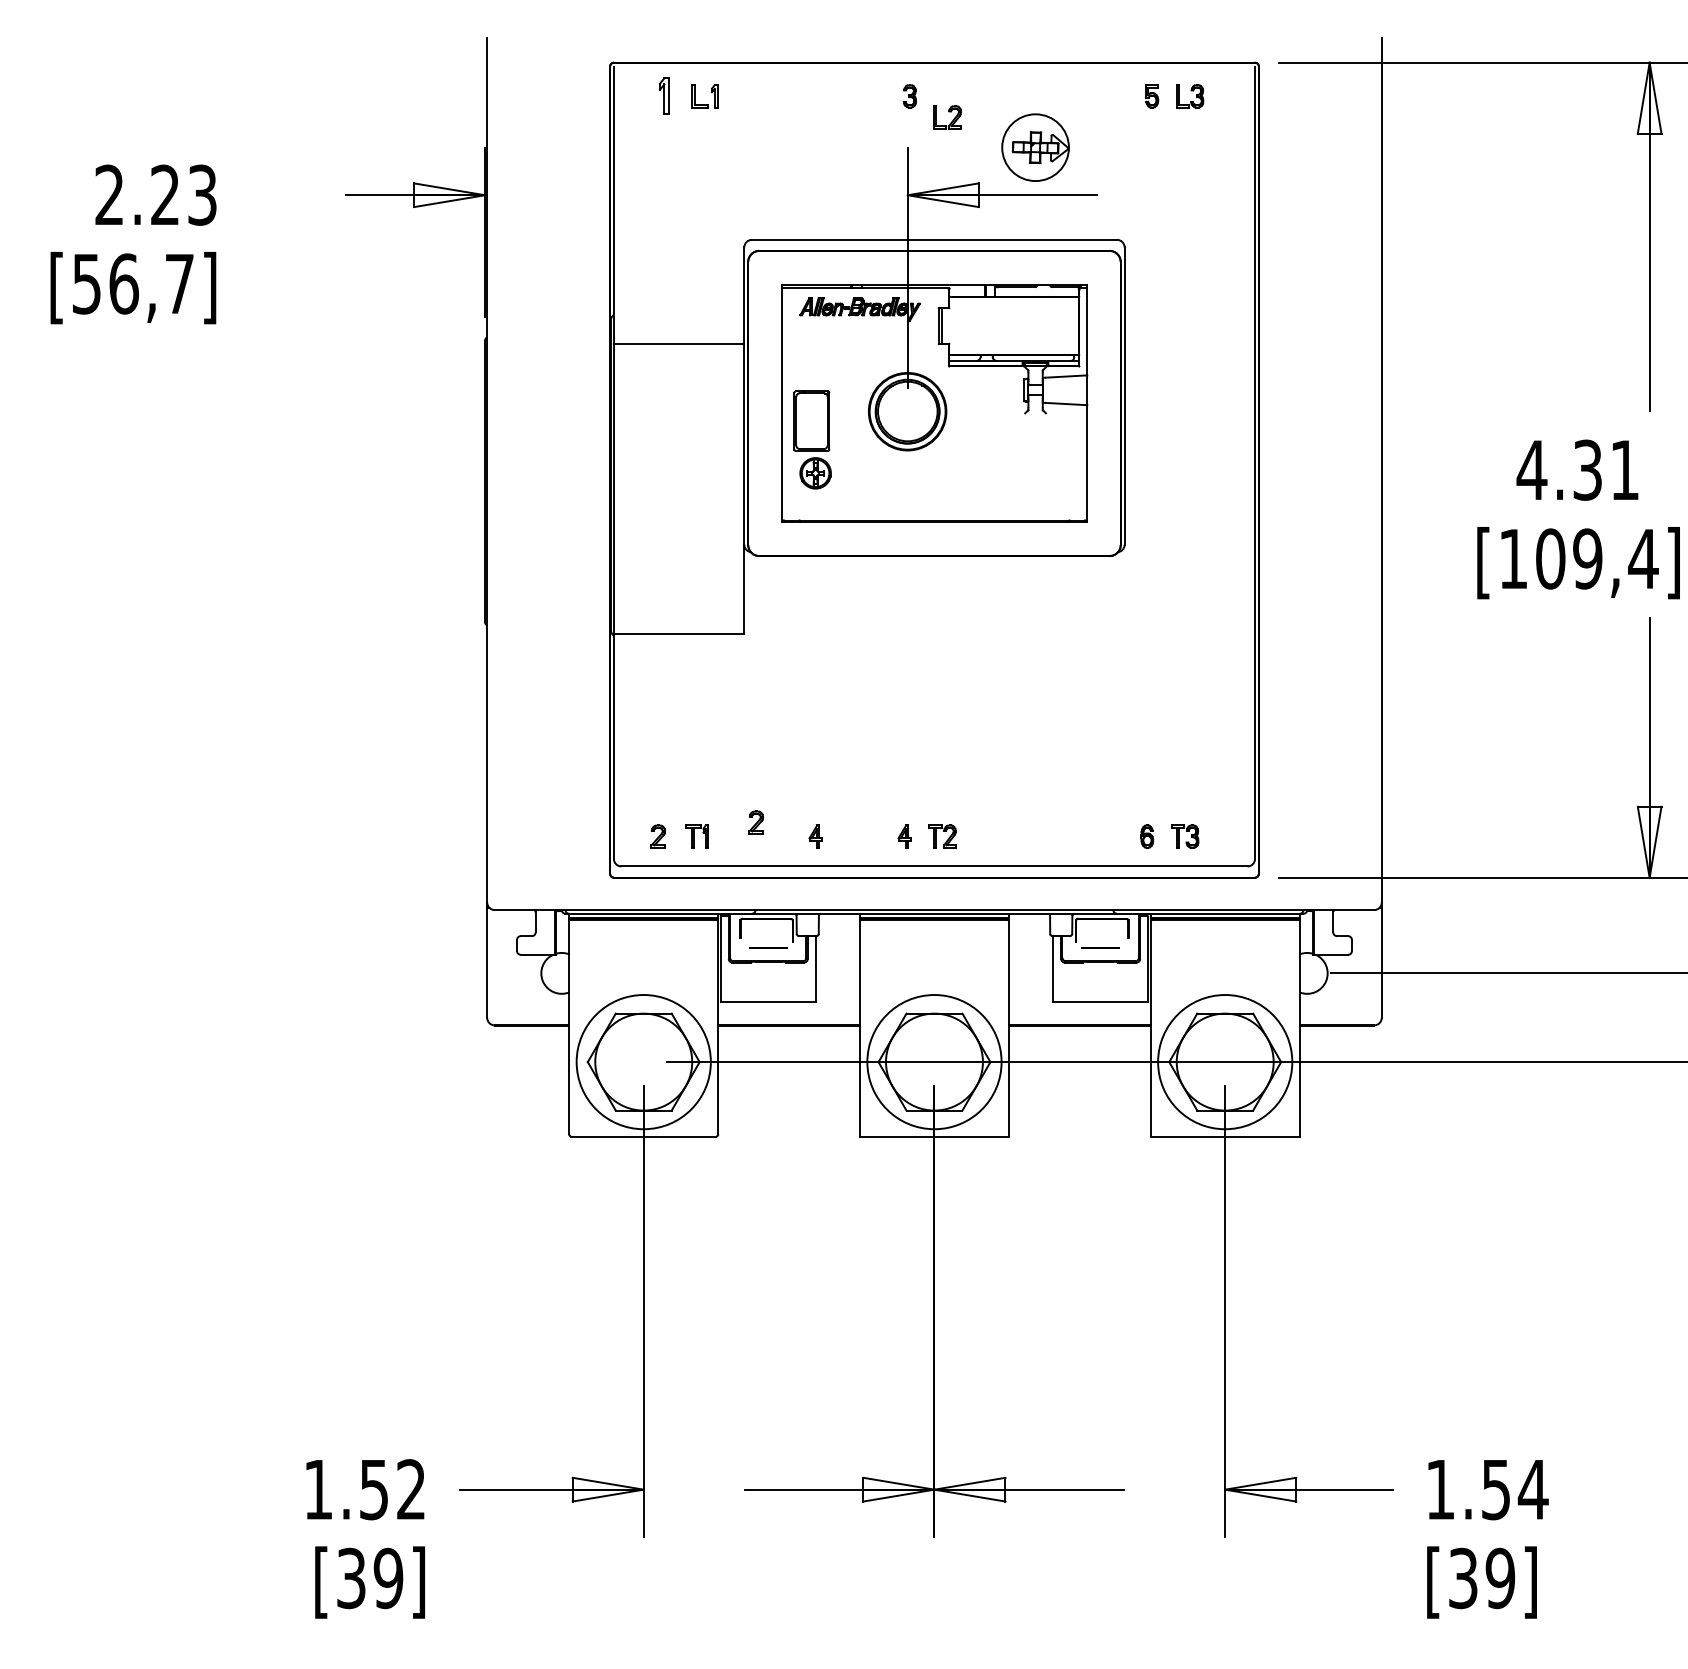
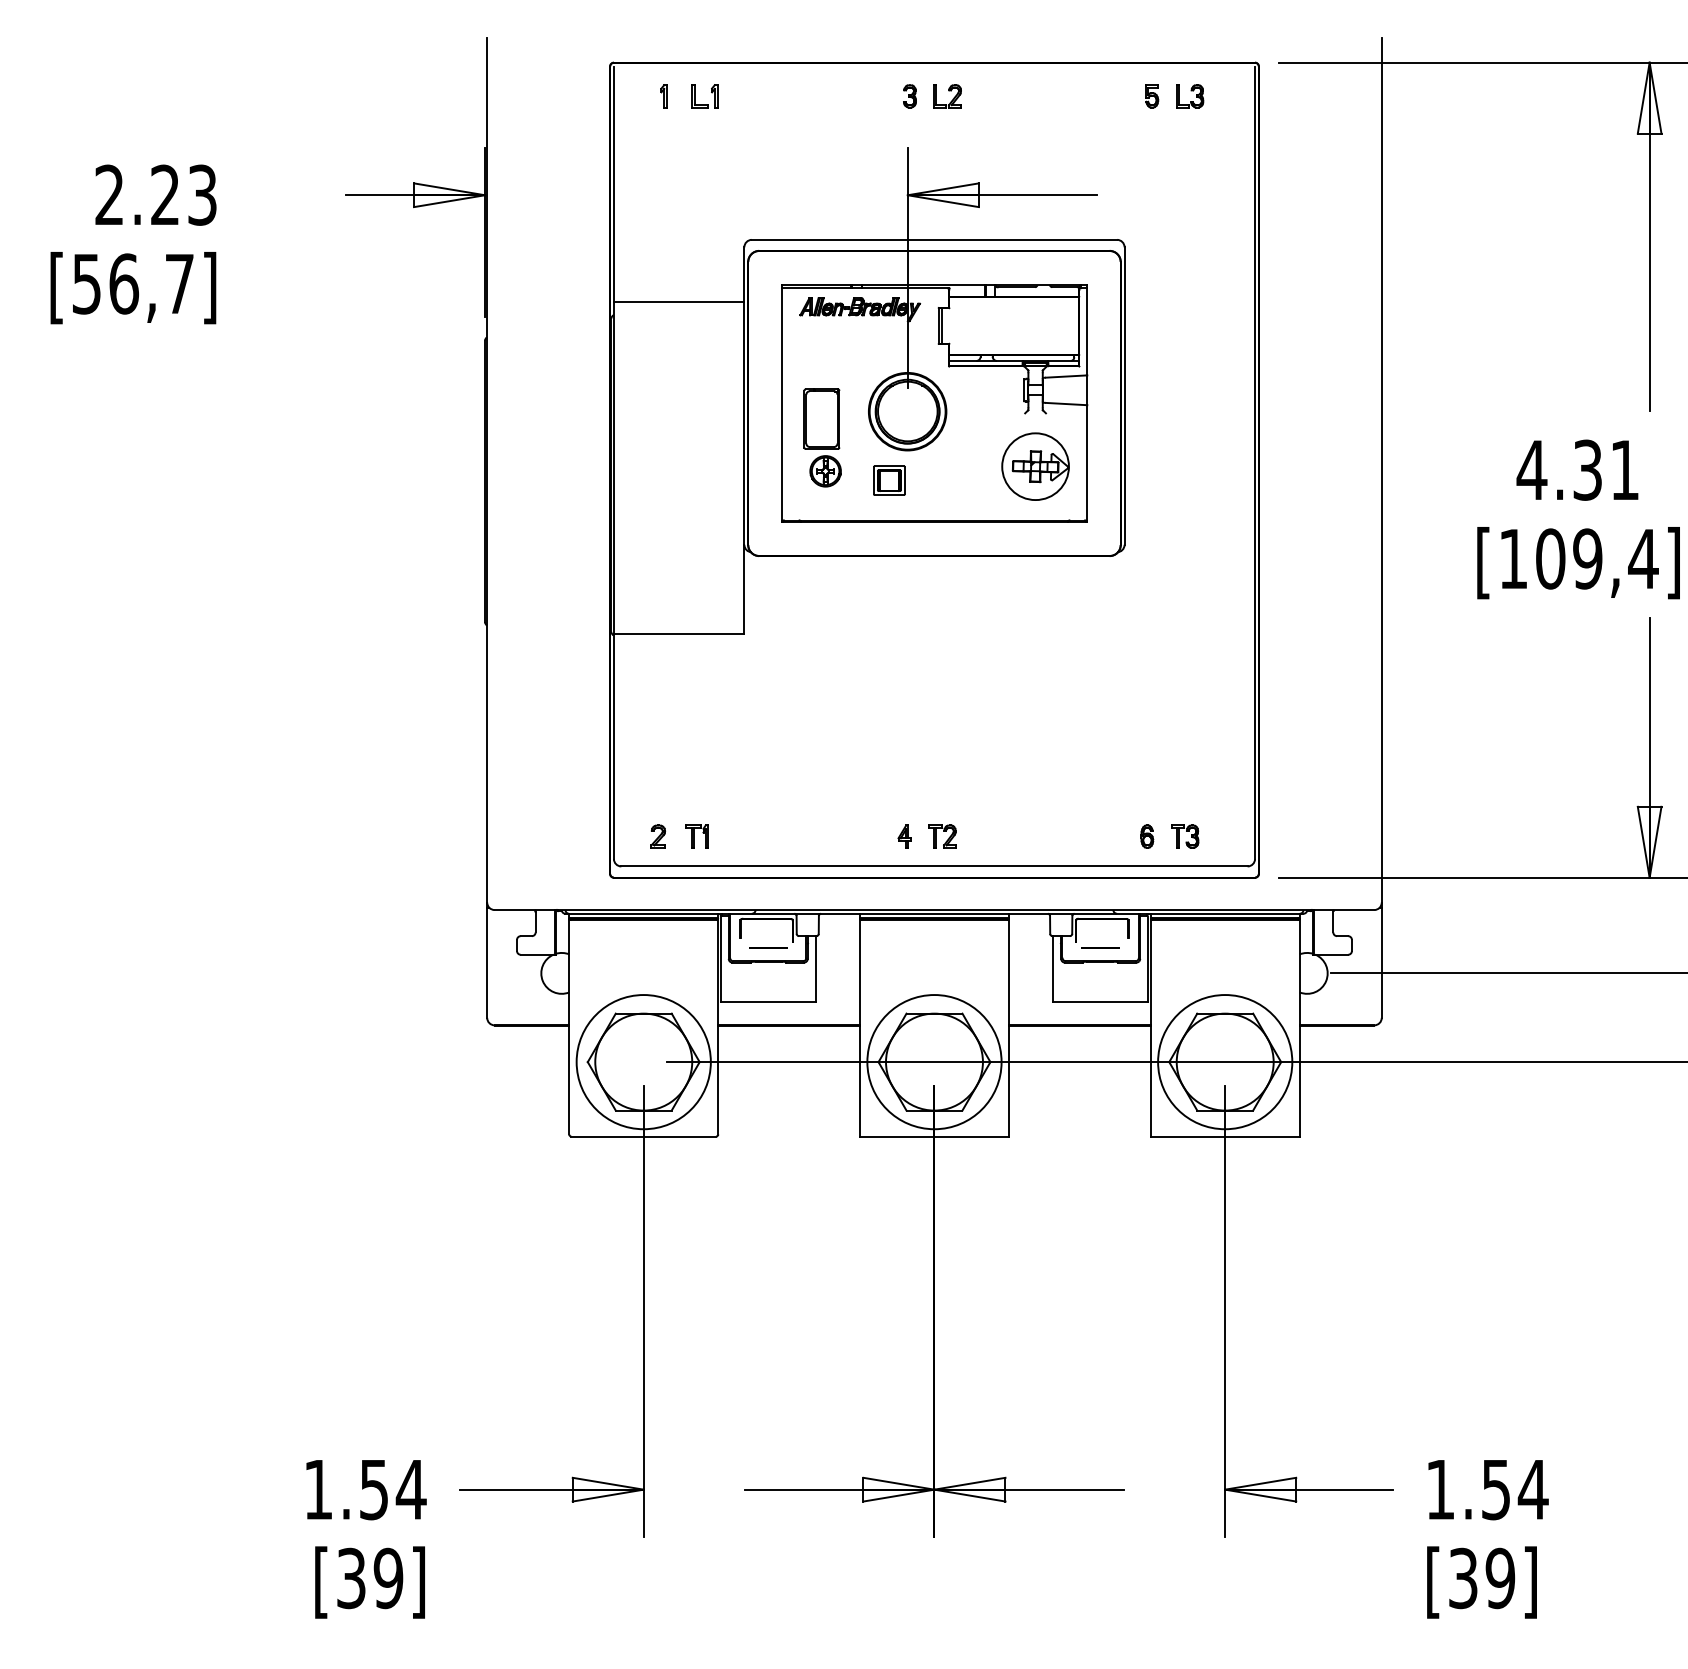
part at (664, 95) size: 11x38 px -> 8x25 px
part at (947, 117) position: (947, 117) -> (947, 96)
part at (1035, 147) position: (1035, 147) -> (1035, 466)
line at (678, 343) position: (678, 343) -> (678, 301)
part at (812, 439) position: (812, 439) -> (822, 437)
part at (889, 480): none -> present
part at (755, 822): present -> none
part at (815, 836): present -> none
text at (410, 1489): 1.52 -> 1.54
